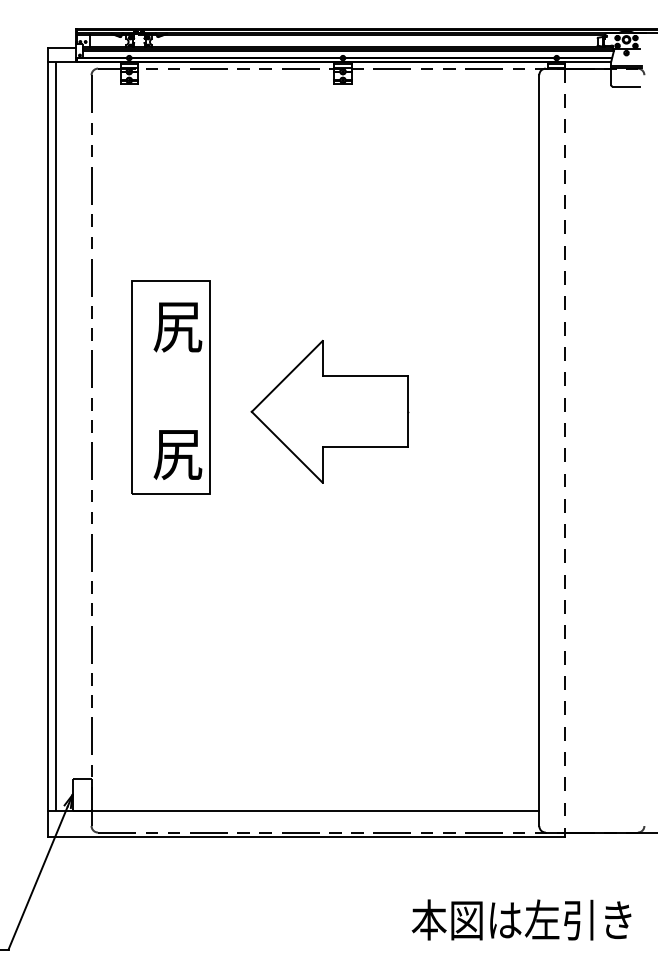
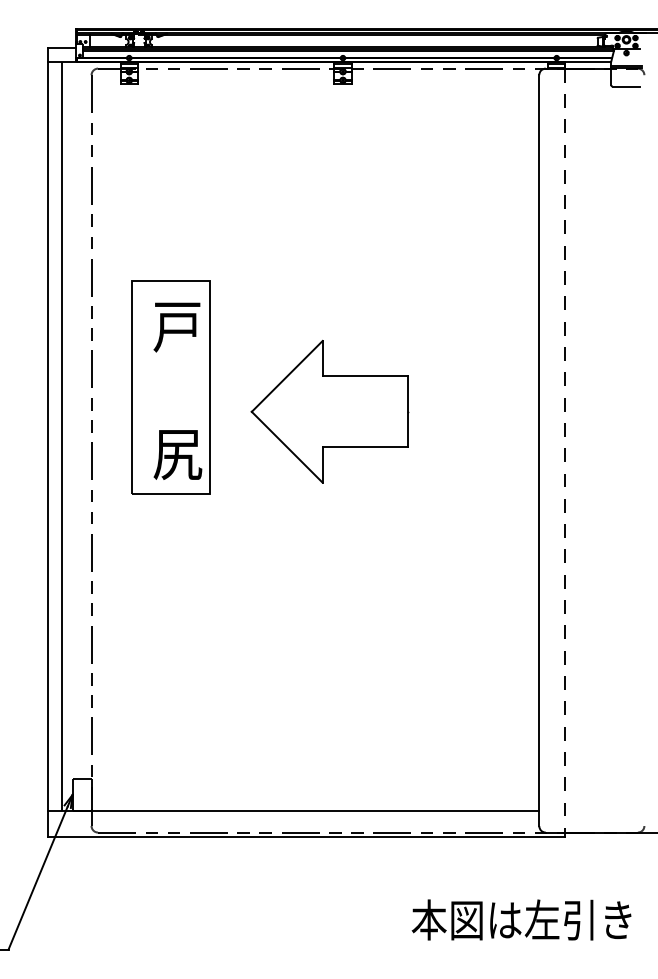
text at (177, 327): 尻 -> 戸
line at (55, 436) position: (55, 436) -> (61, 436)
